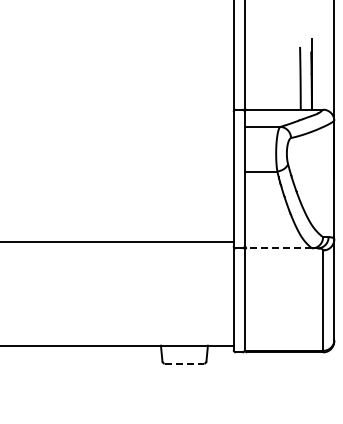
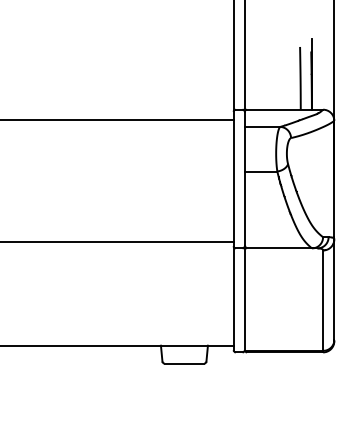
line at (117, 119): none -> present
line at (279, 248): dashed -> solid
line at (184, 363): dashed -> solid
